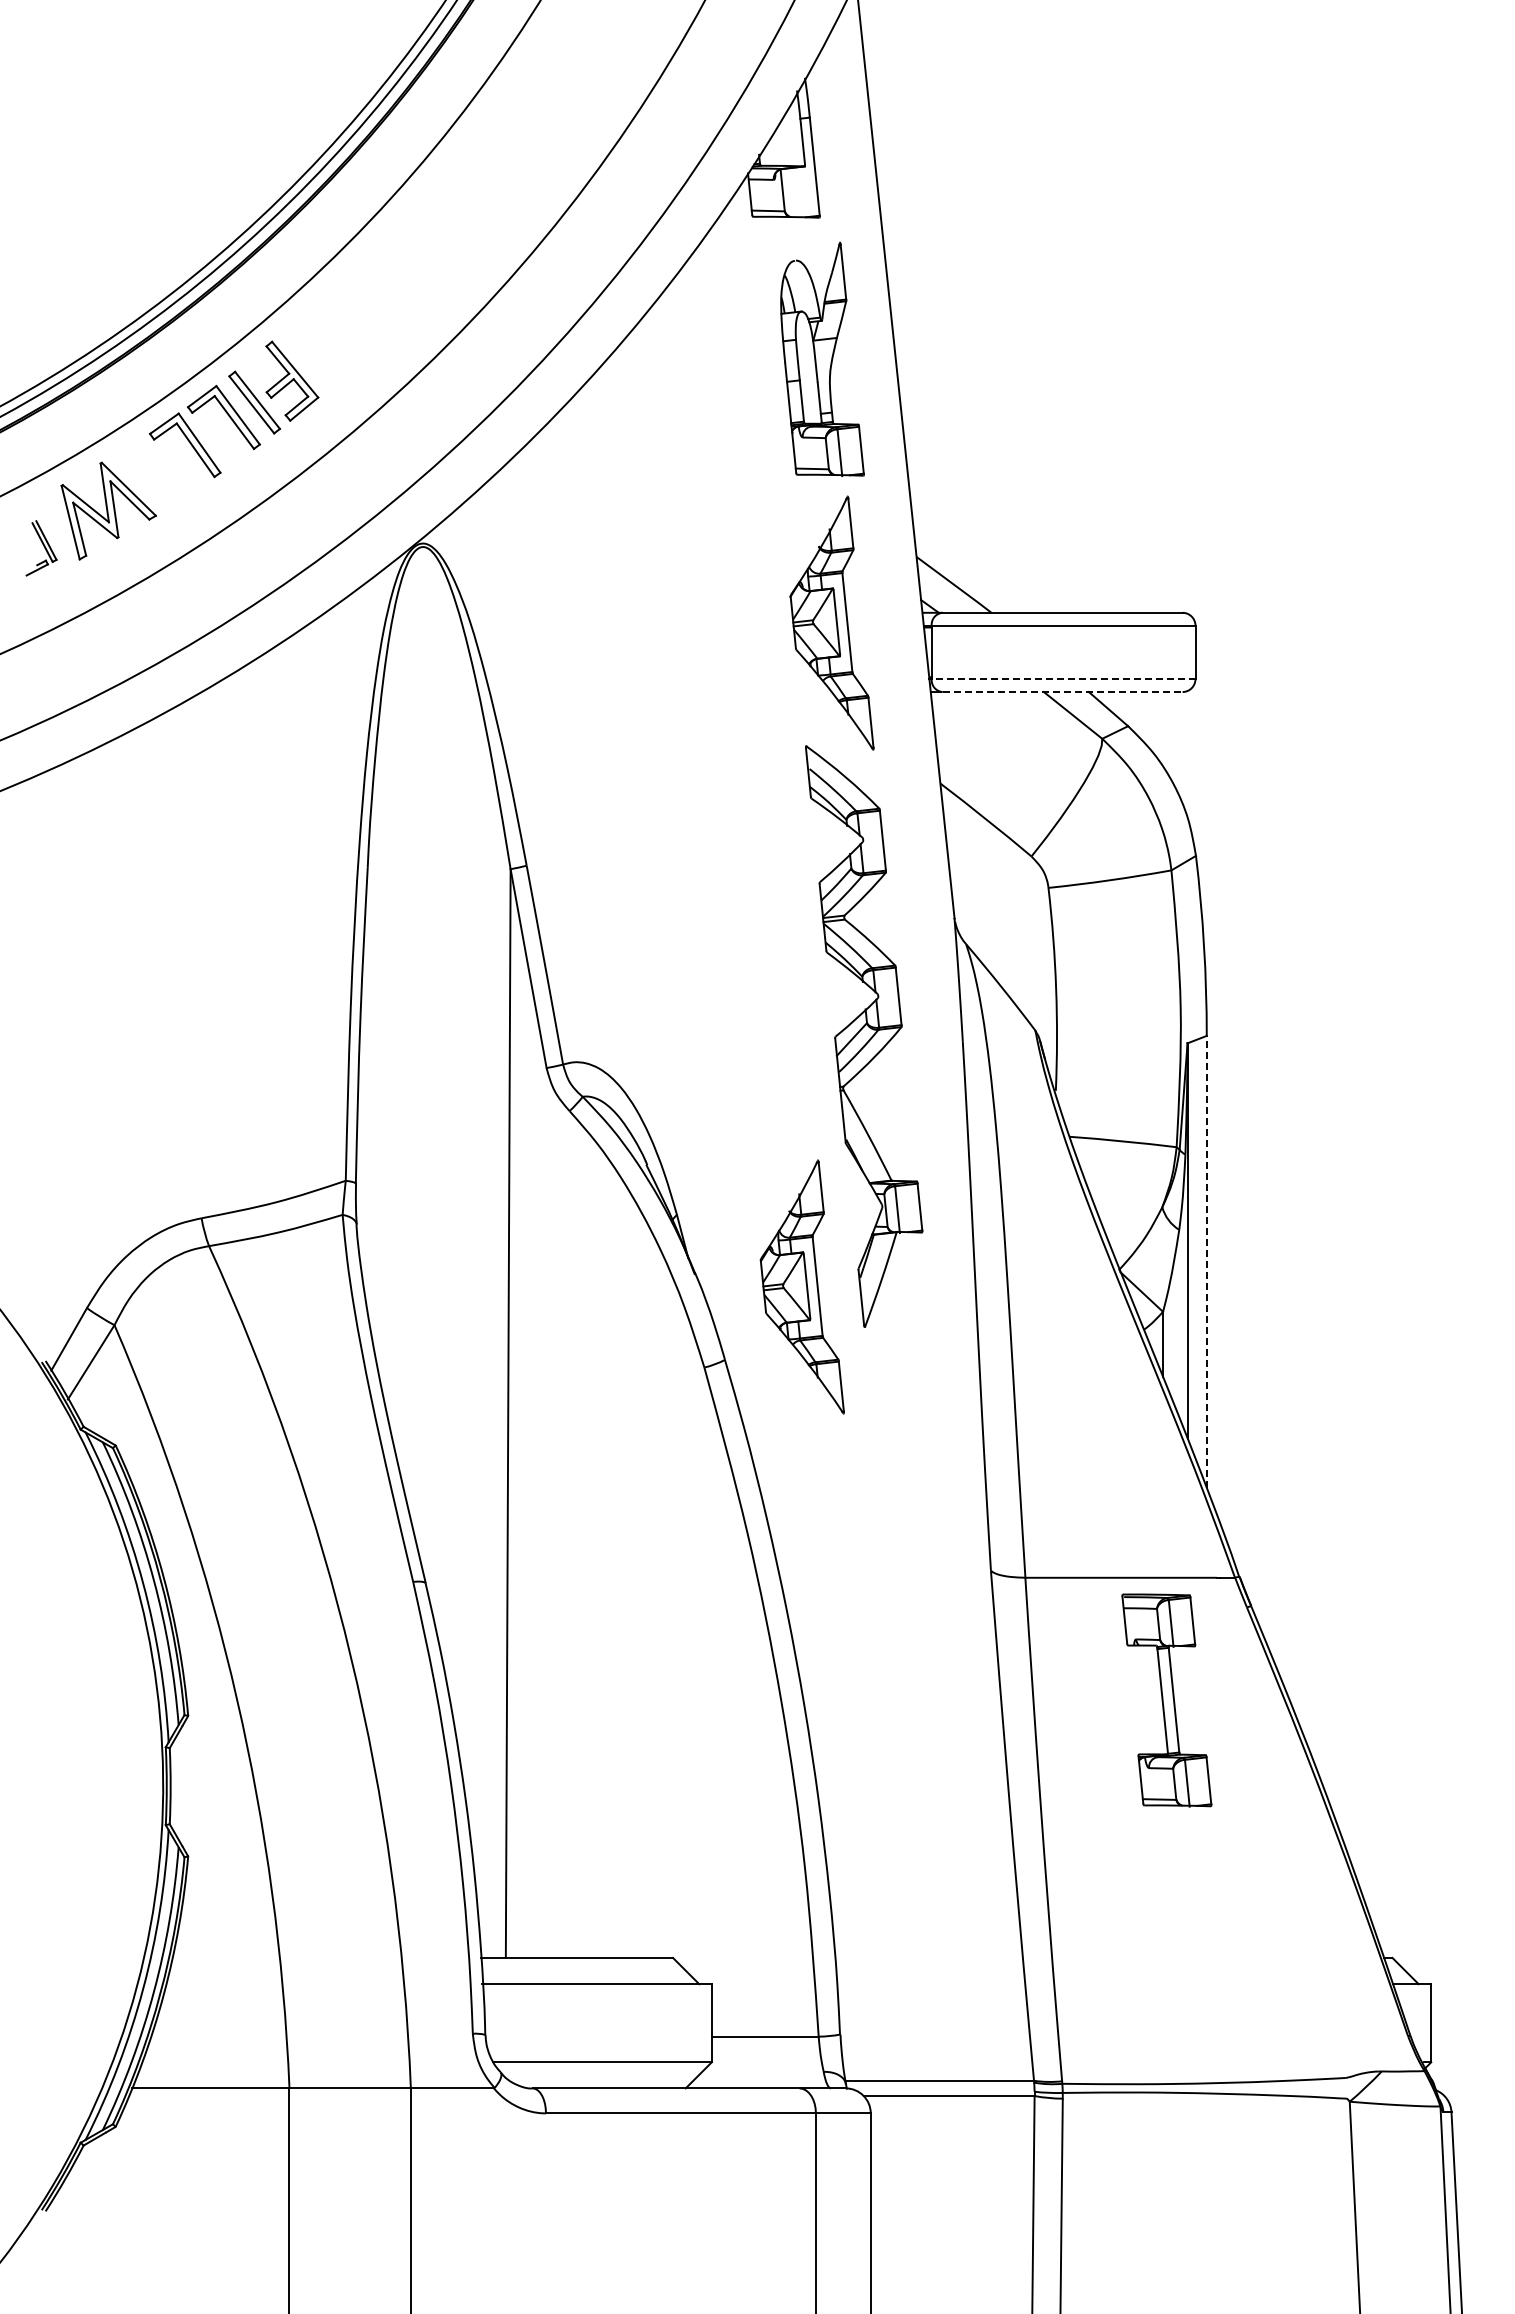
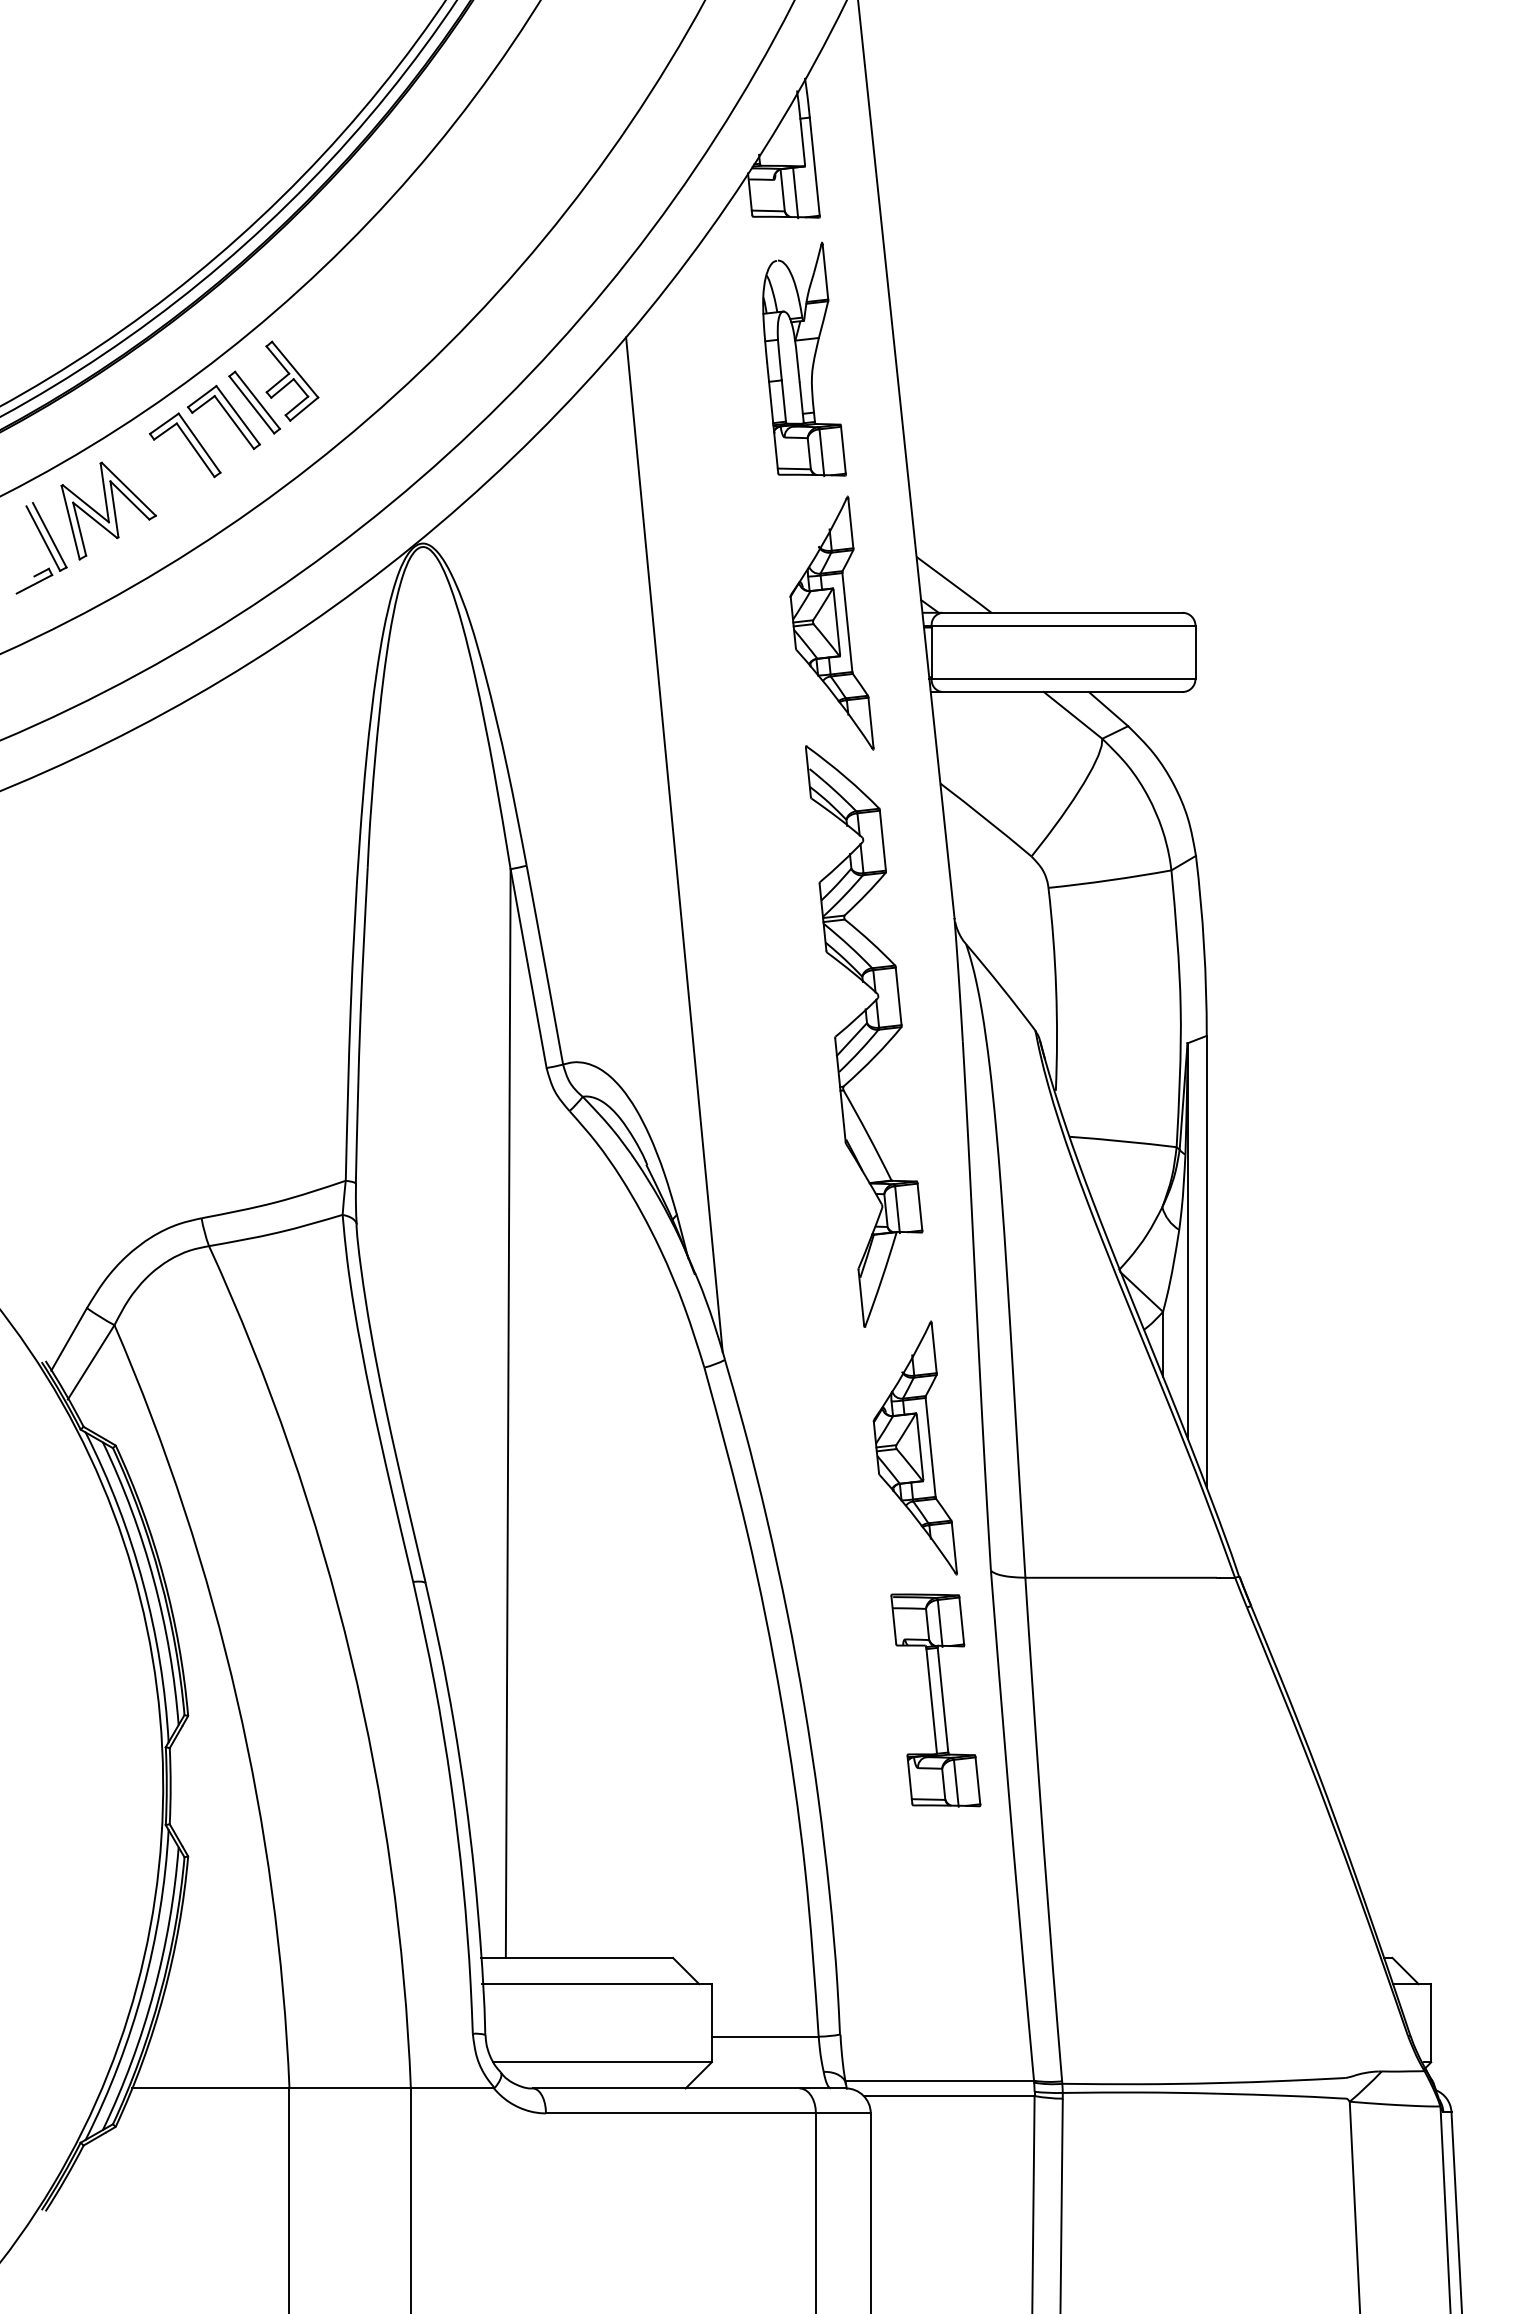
line at (795, 192): none -> present
part at (822, 358) position: (822, 358) -> (804, 358)
part at (41, 548) size: 33x57 px -> 53x93 px
line at (1063, 679): dashed -> solid
line at (1063, 692): dashed -> solid
line at (674, 844): none -> present
line at (1206, 1261): dashed -> solid
part at (801, 1286) position: (801, 1286) -> (914, 1447)
part at (1166, 1700) position: (1166, 1700) -> (935, 1700)
